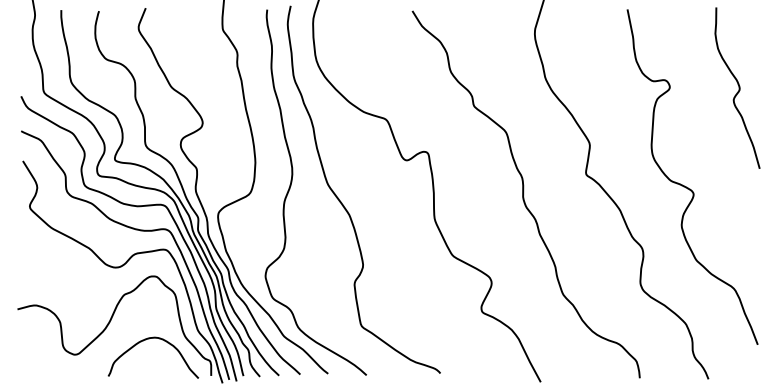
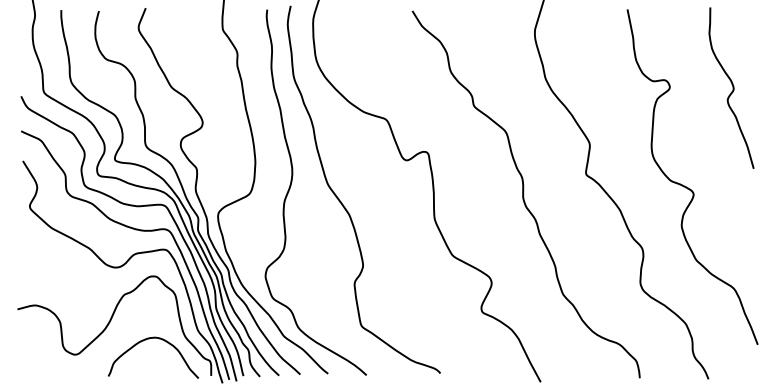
curve at (738, 87) position: (738, 87) -> (732, 87)
